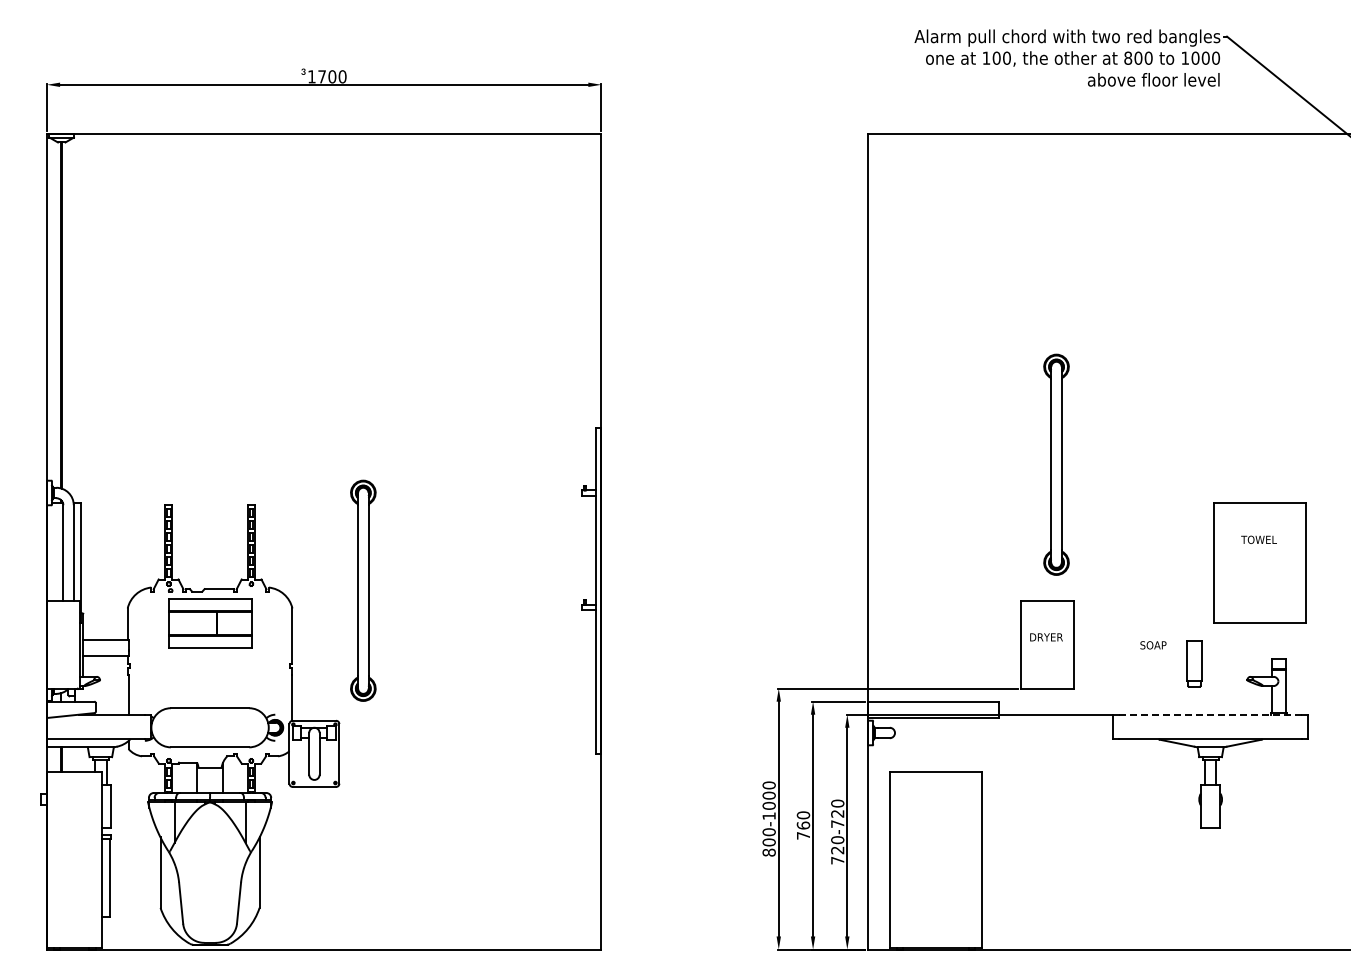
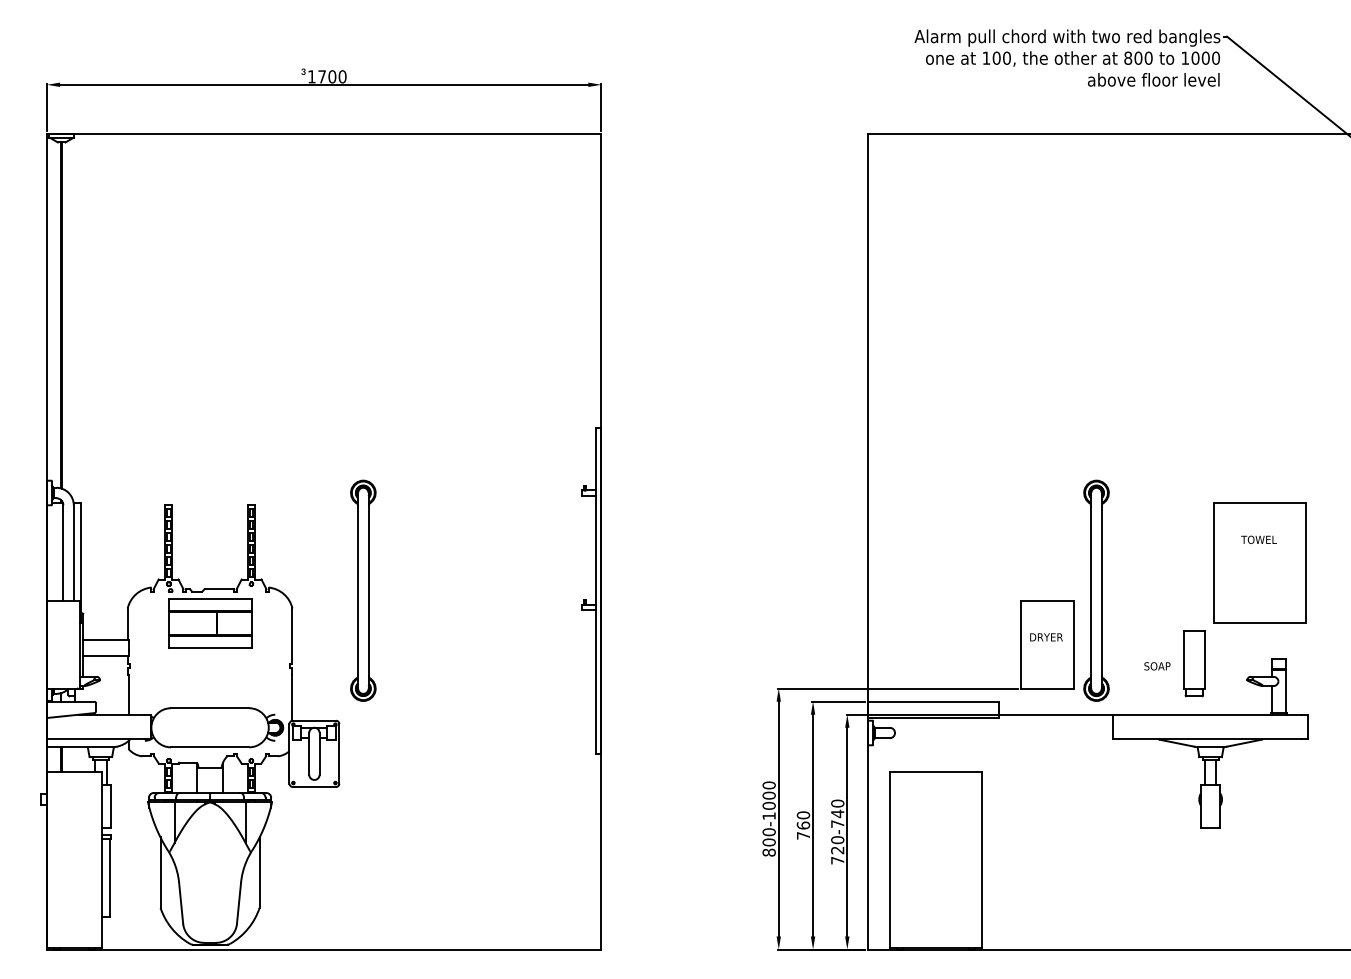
part at (1056, 464) position: (1056, 464) -> (1096, 590)
text at (1153, 645) position: (1153, 645) -> (1157, 666)
part at (1194, 663) size: 17x48 px -> 23x68 px
line at (1211, 714): dashed -> solid
text at (837, 813): 720-720 -> 720-740
